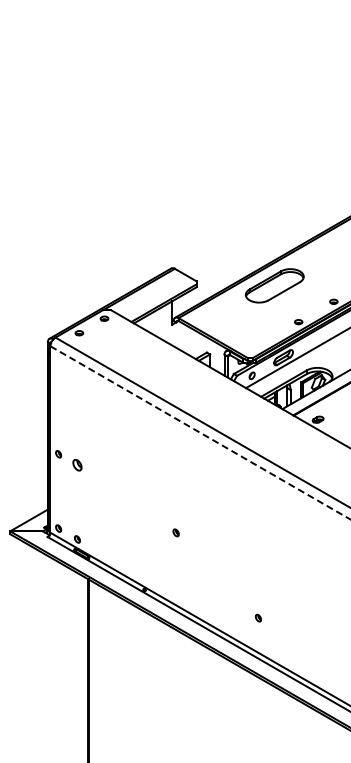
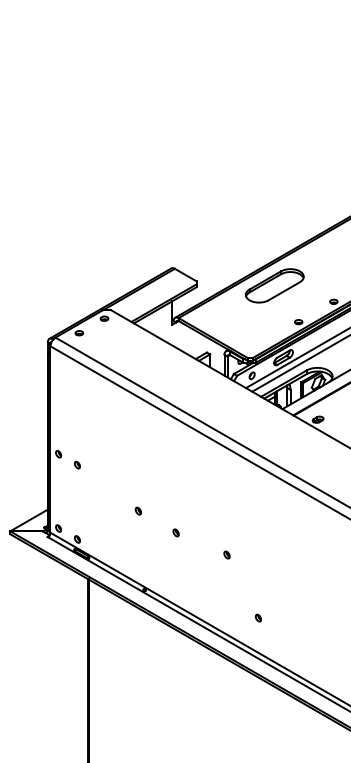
line at (299, 363): none -> present
line at (201, 433): dashed -> solid
part at (77, 465) size: 11x13 px -> 7x10 px
part at (137, 510): none -> present
part at (226, 554): none -> present
